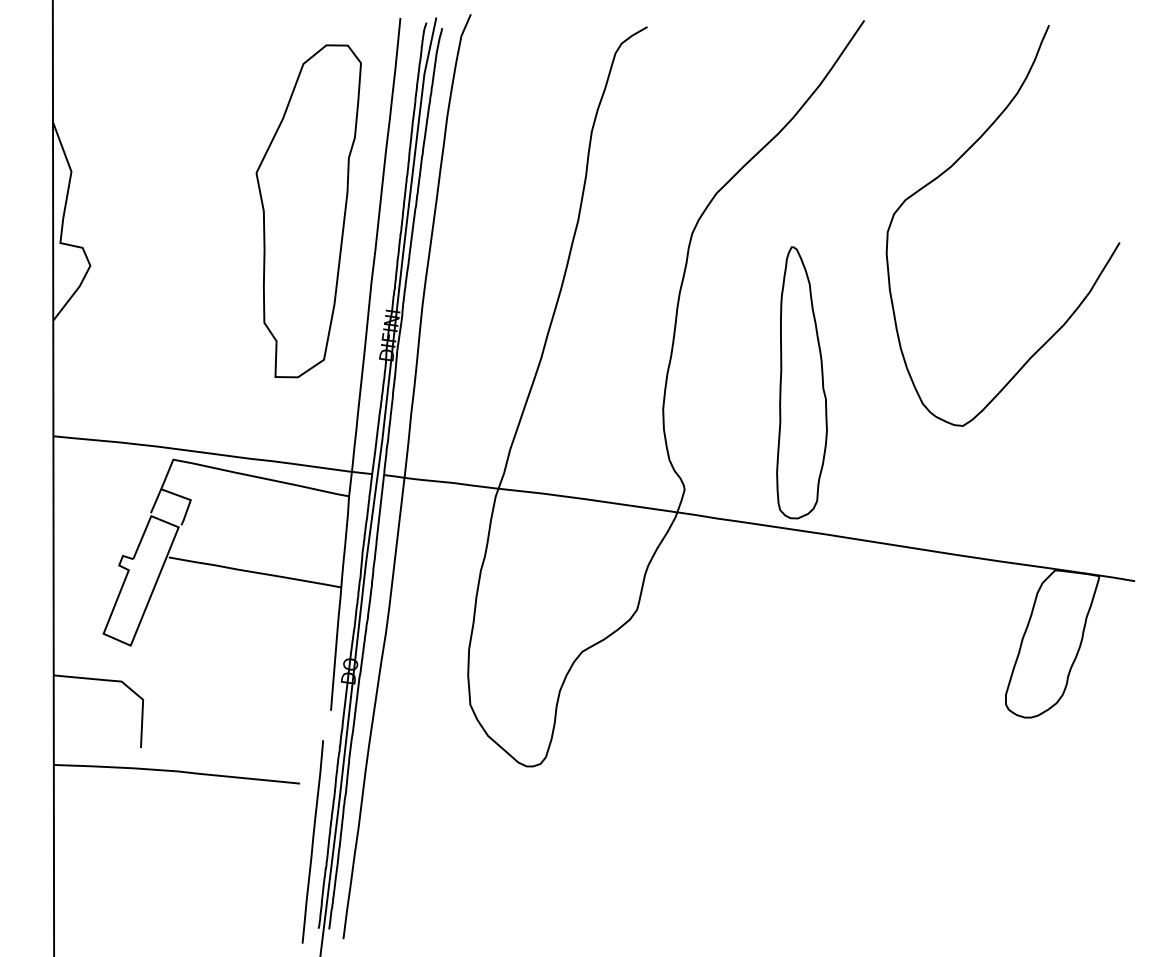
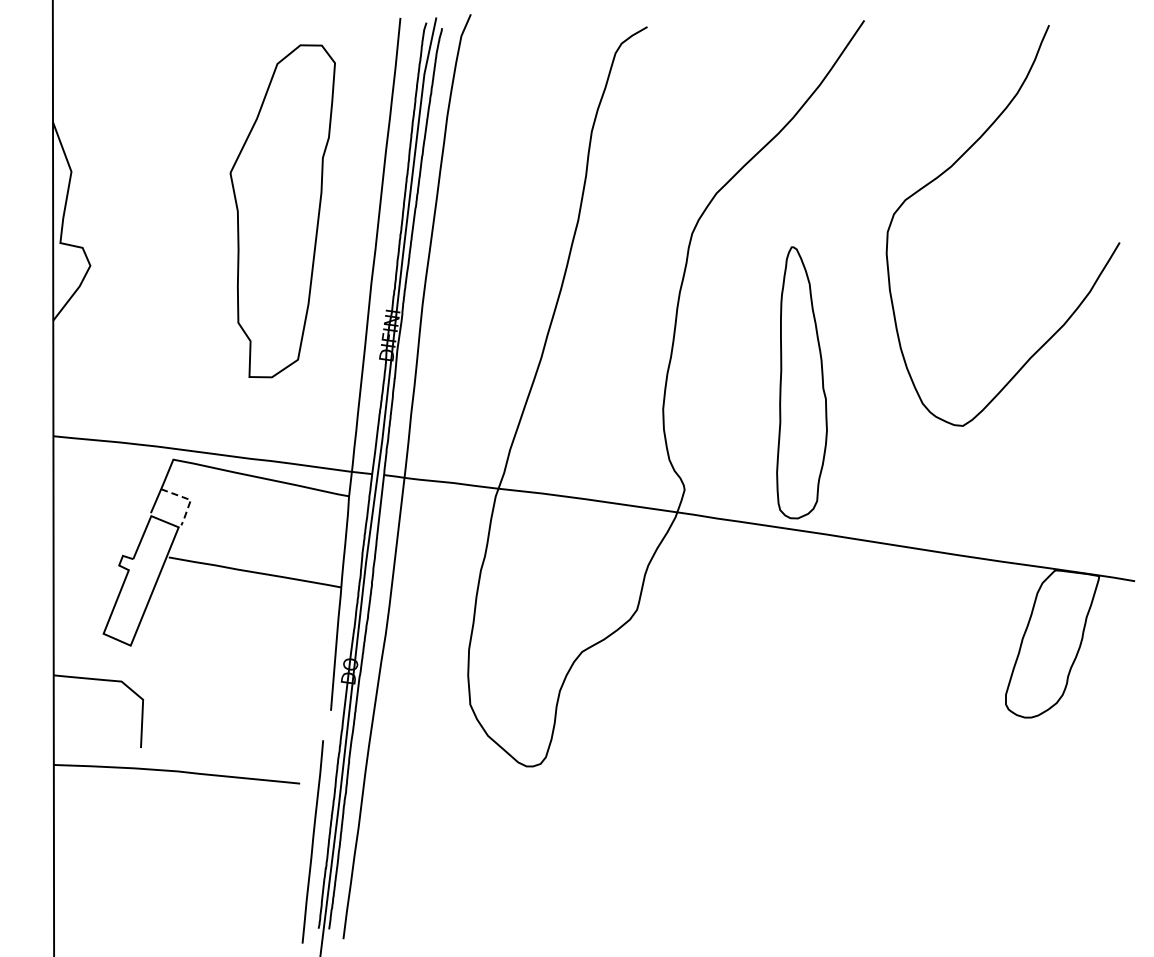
part at (308, 211) position: (308, 211) -> (282, 211)
line at (189, 499): solid -> dashed
